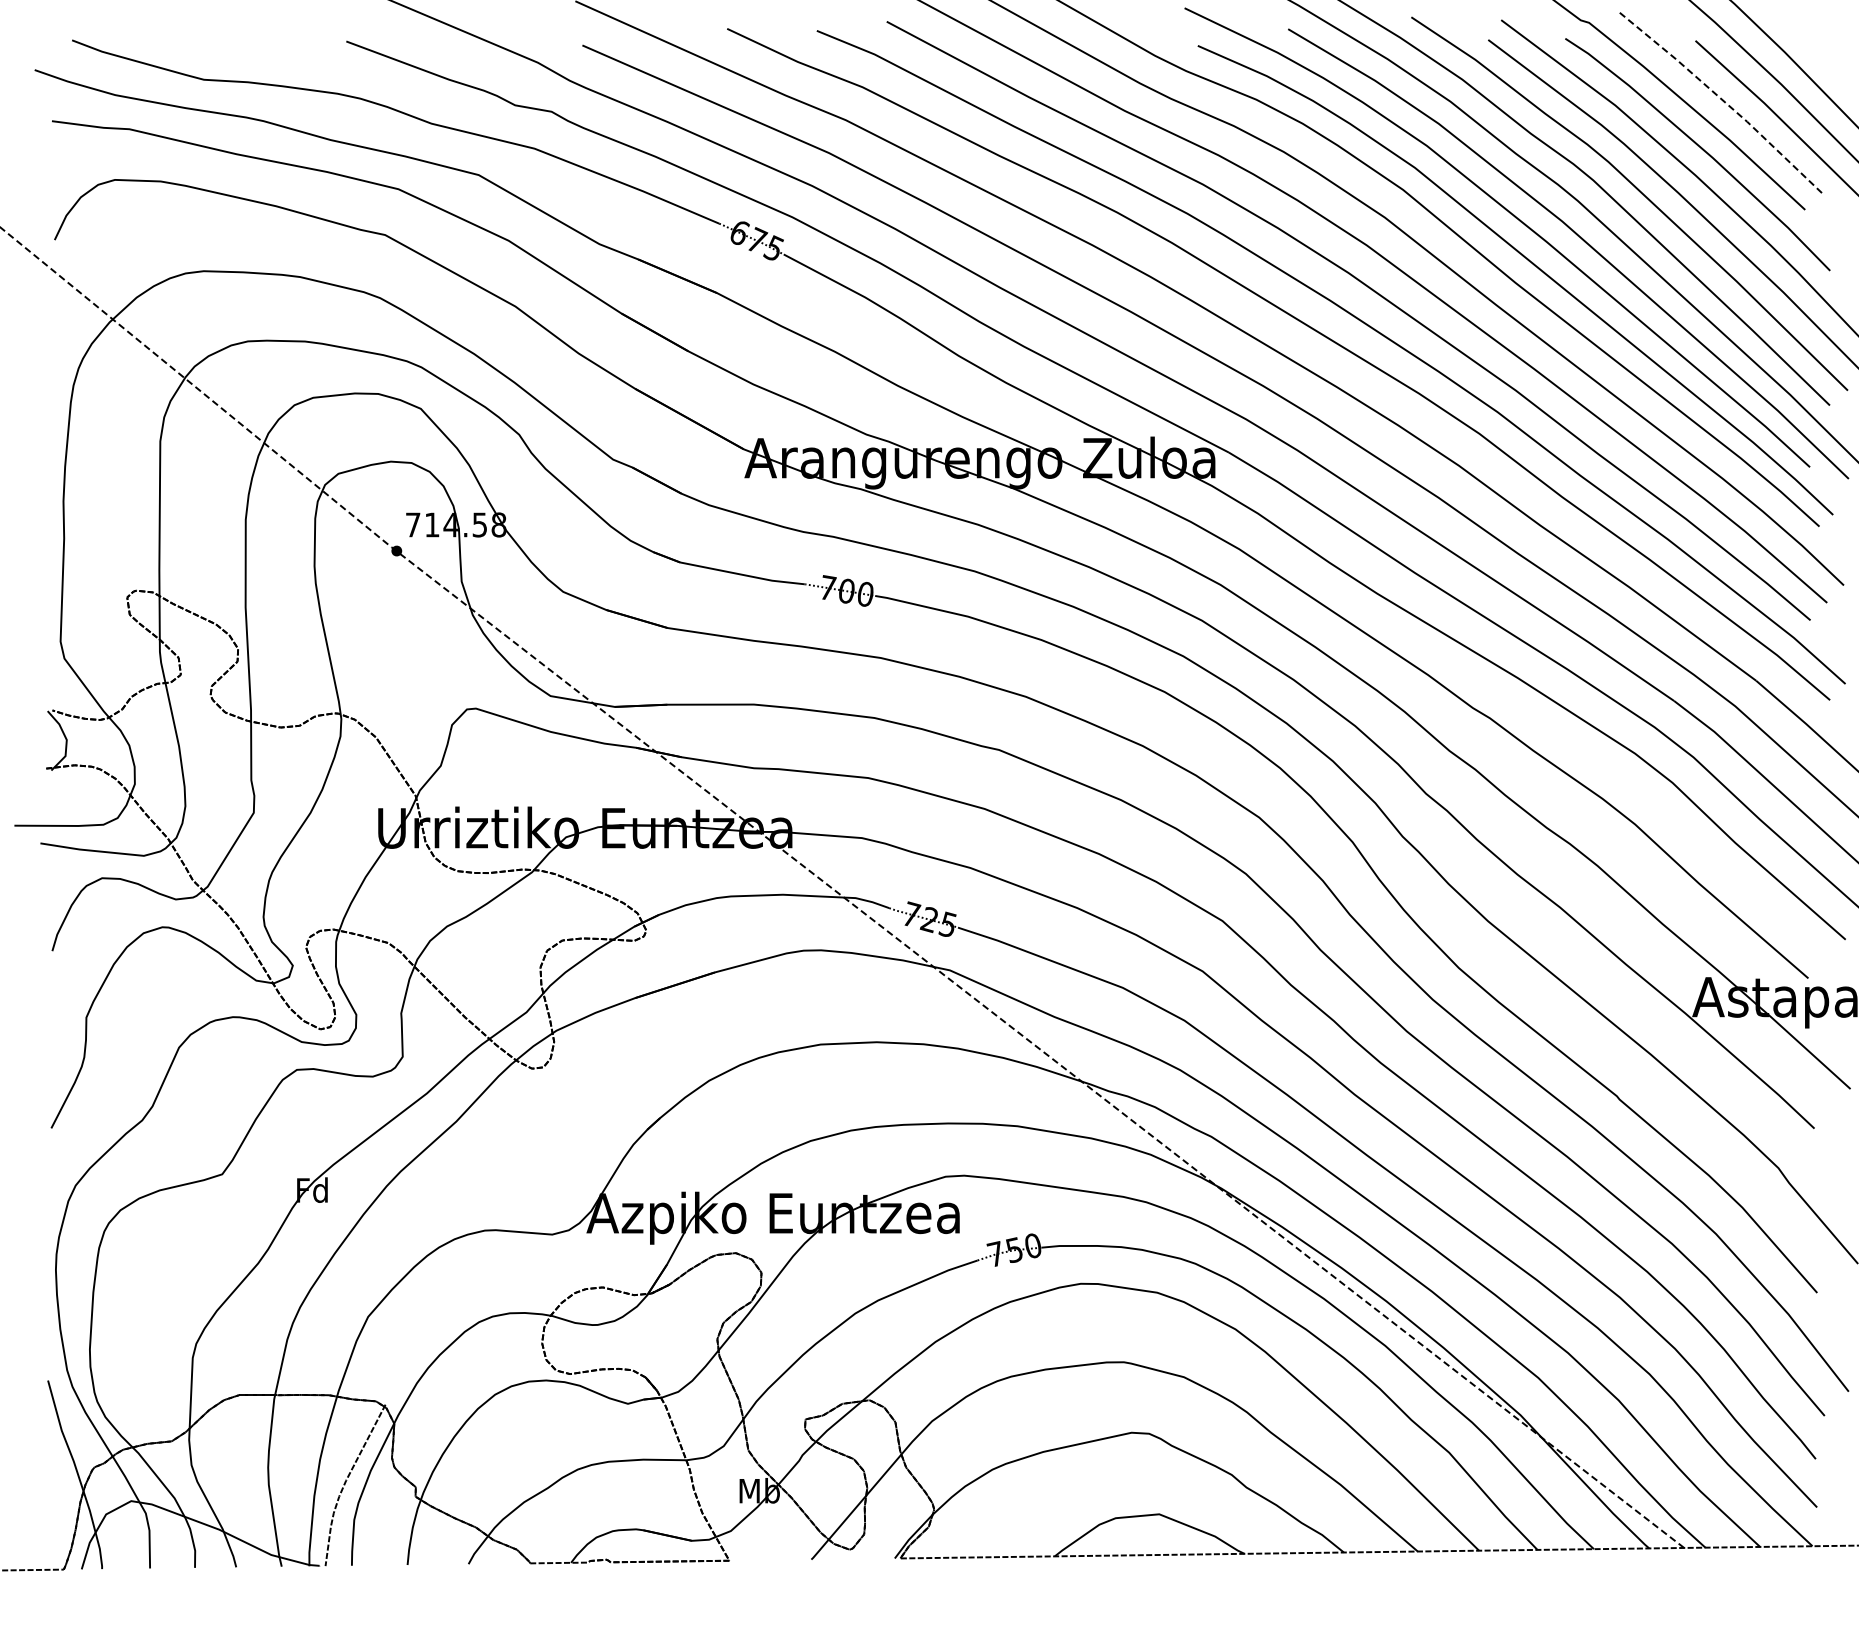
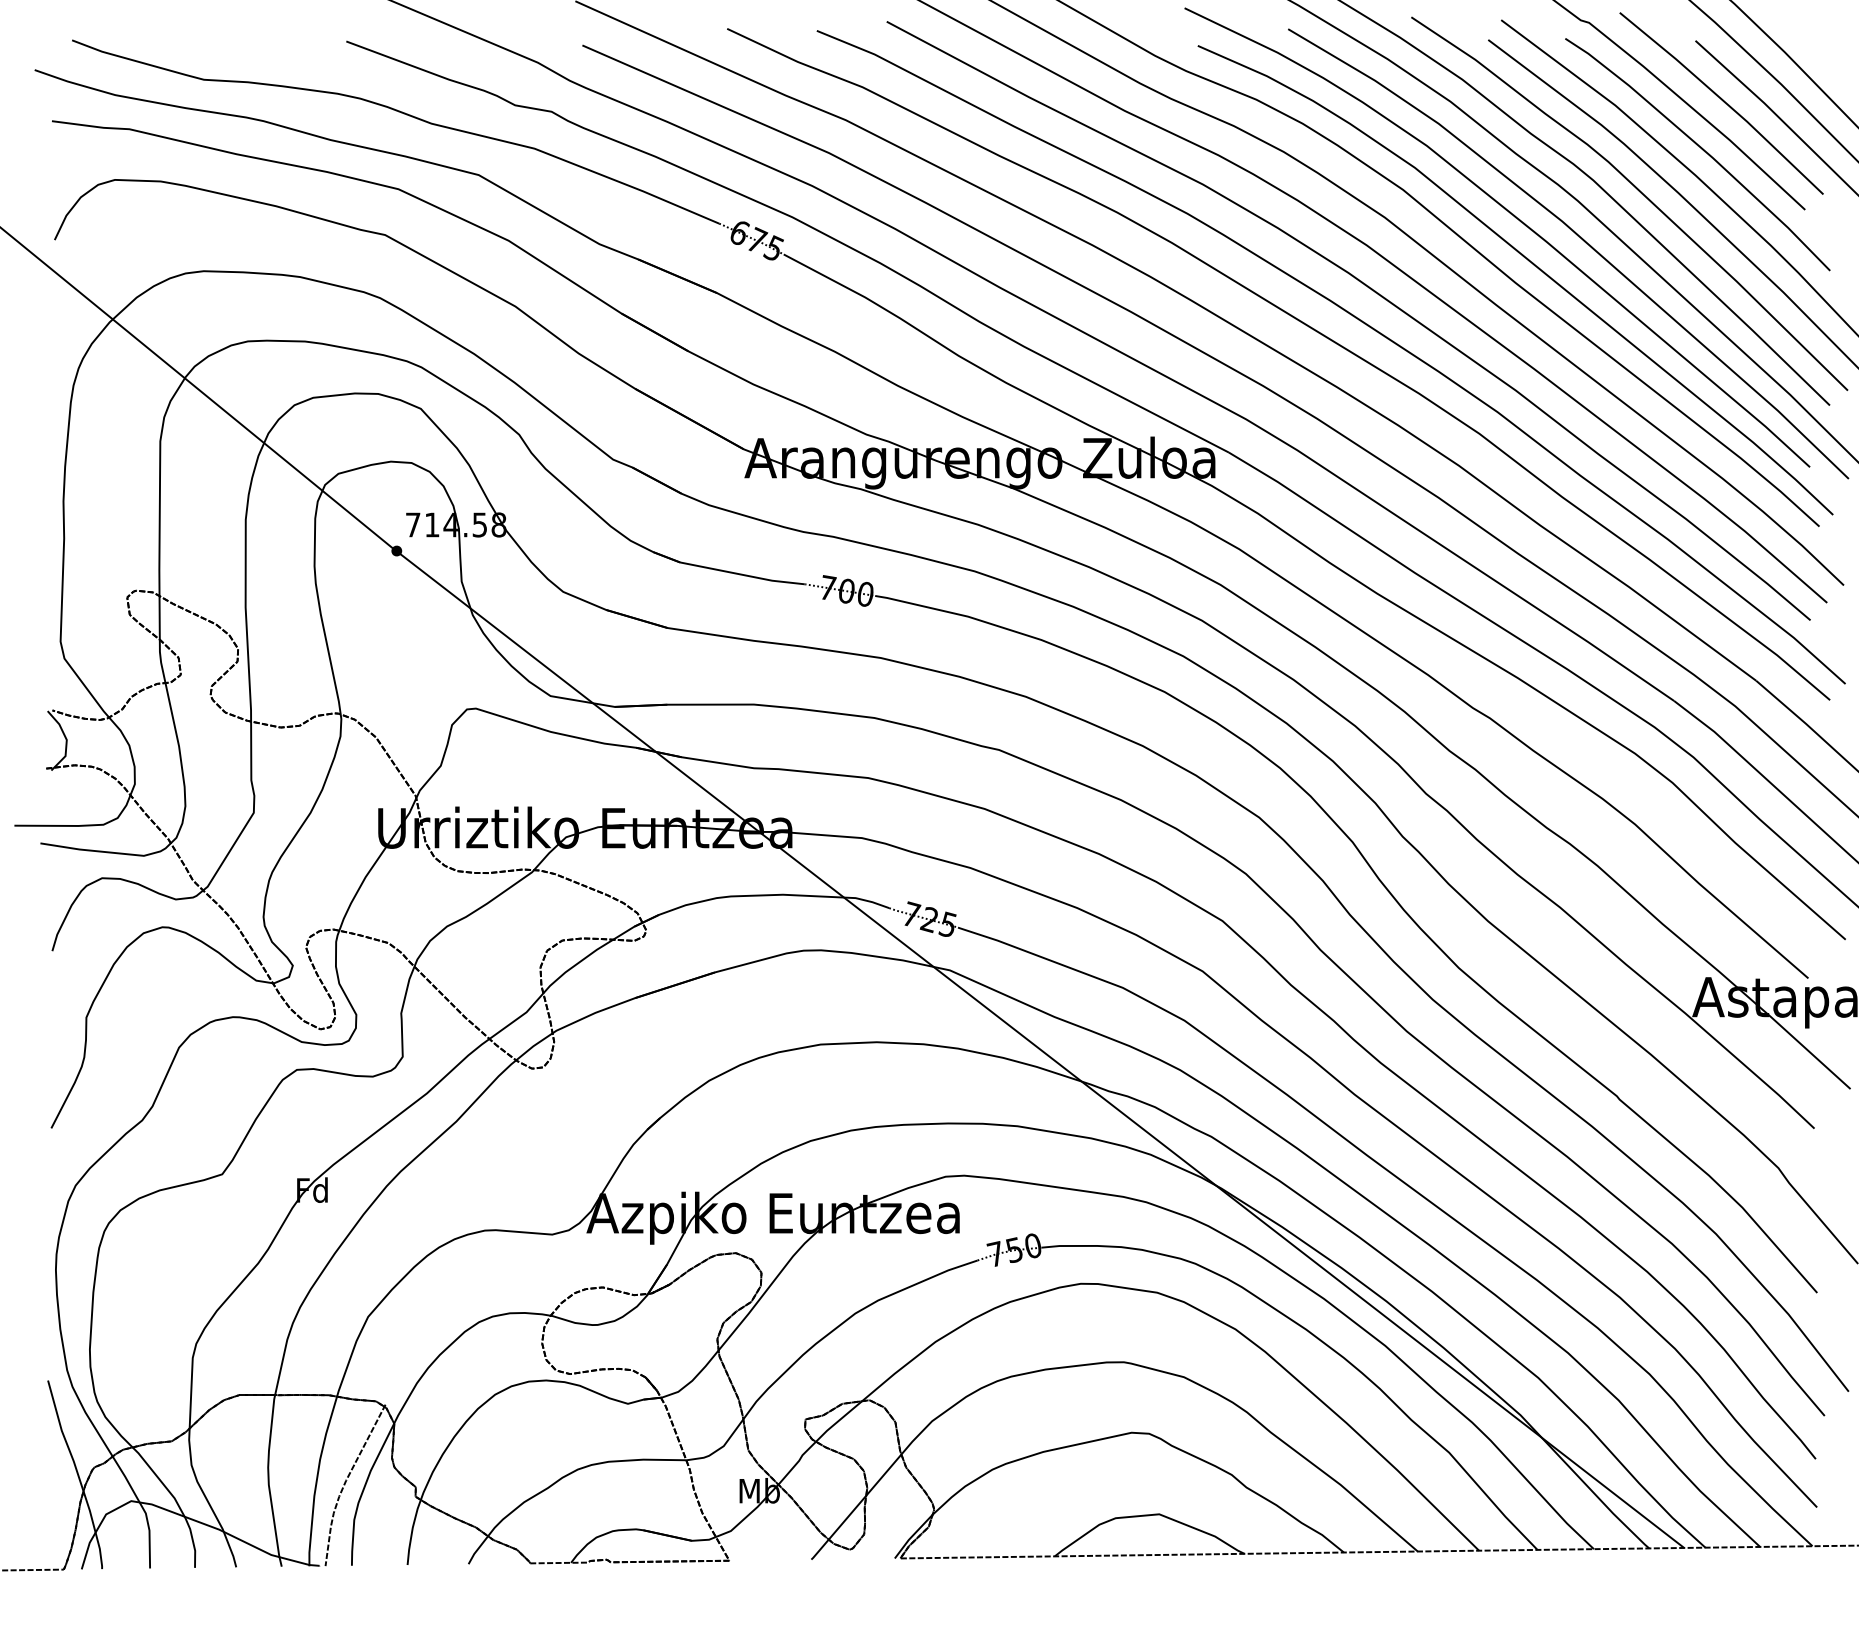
line at (1724, 101): dashed -> solid
line at (837, 892): dashed -> solid
